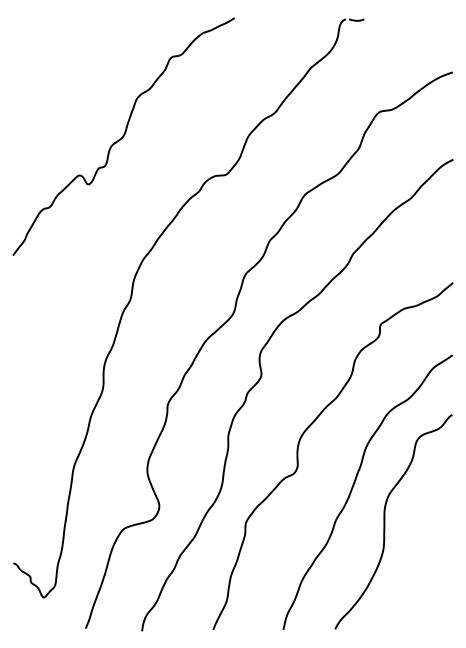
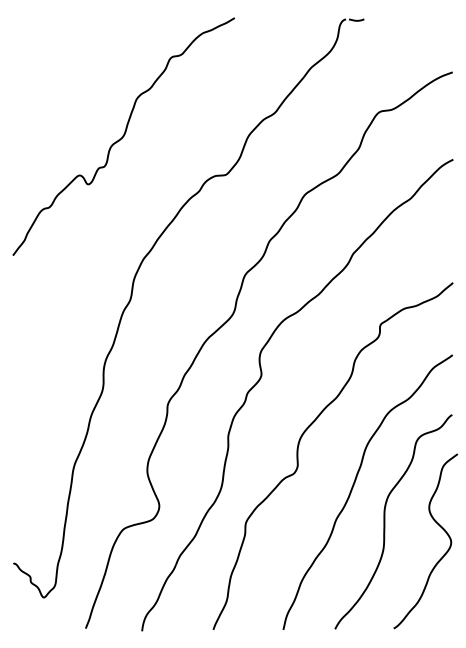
curve at (439, 526): none -> present
